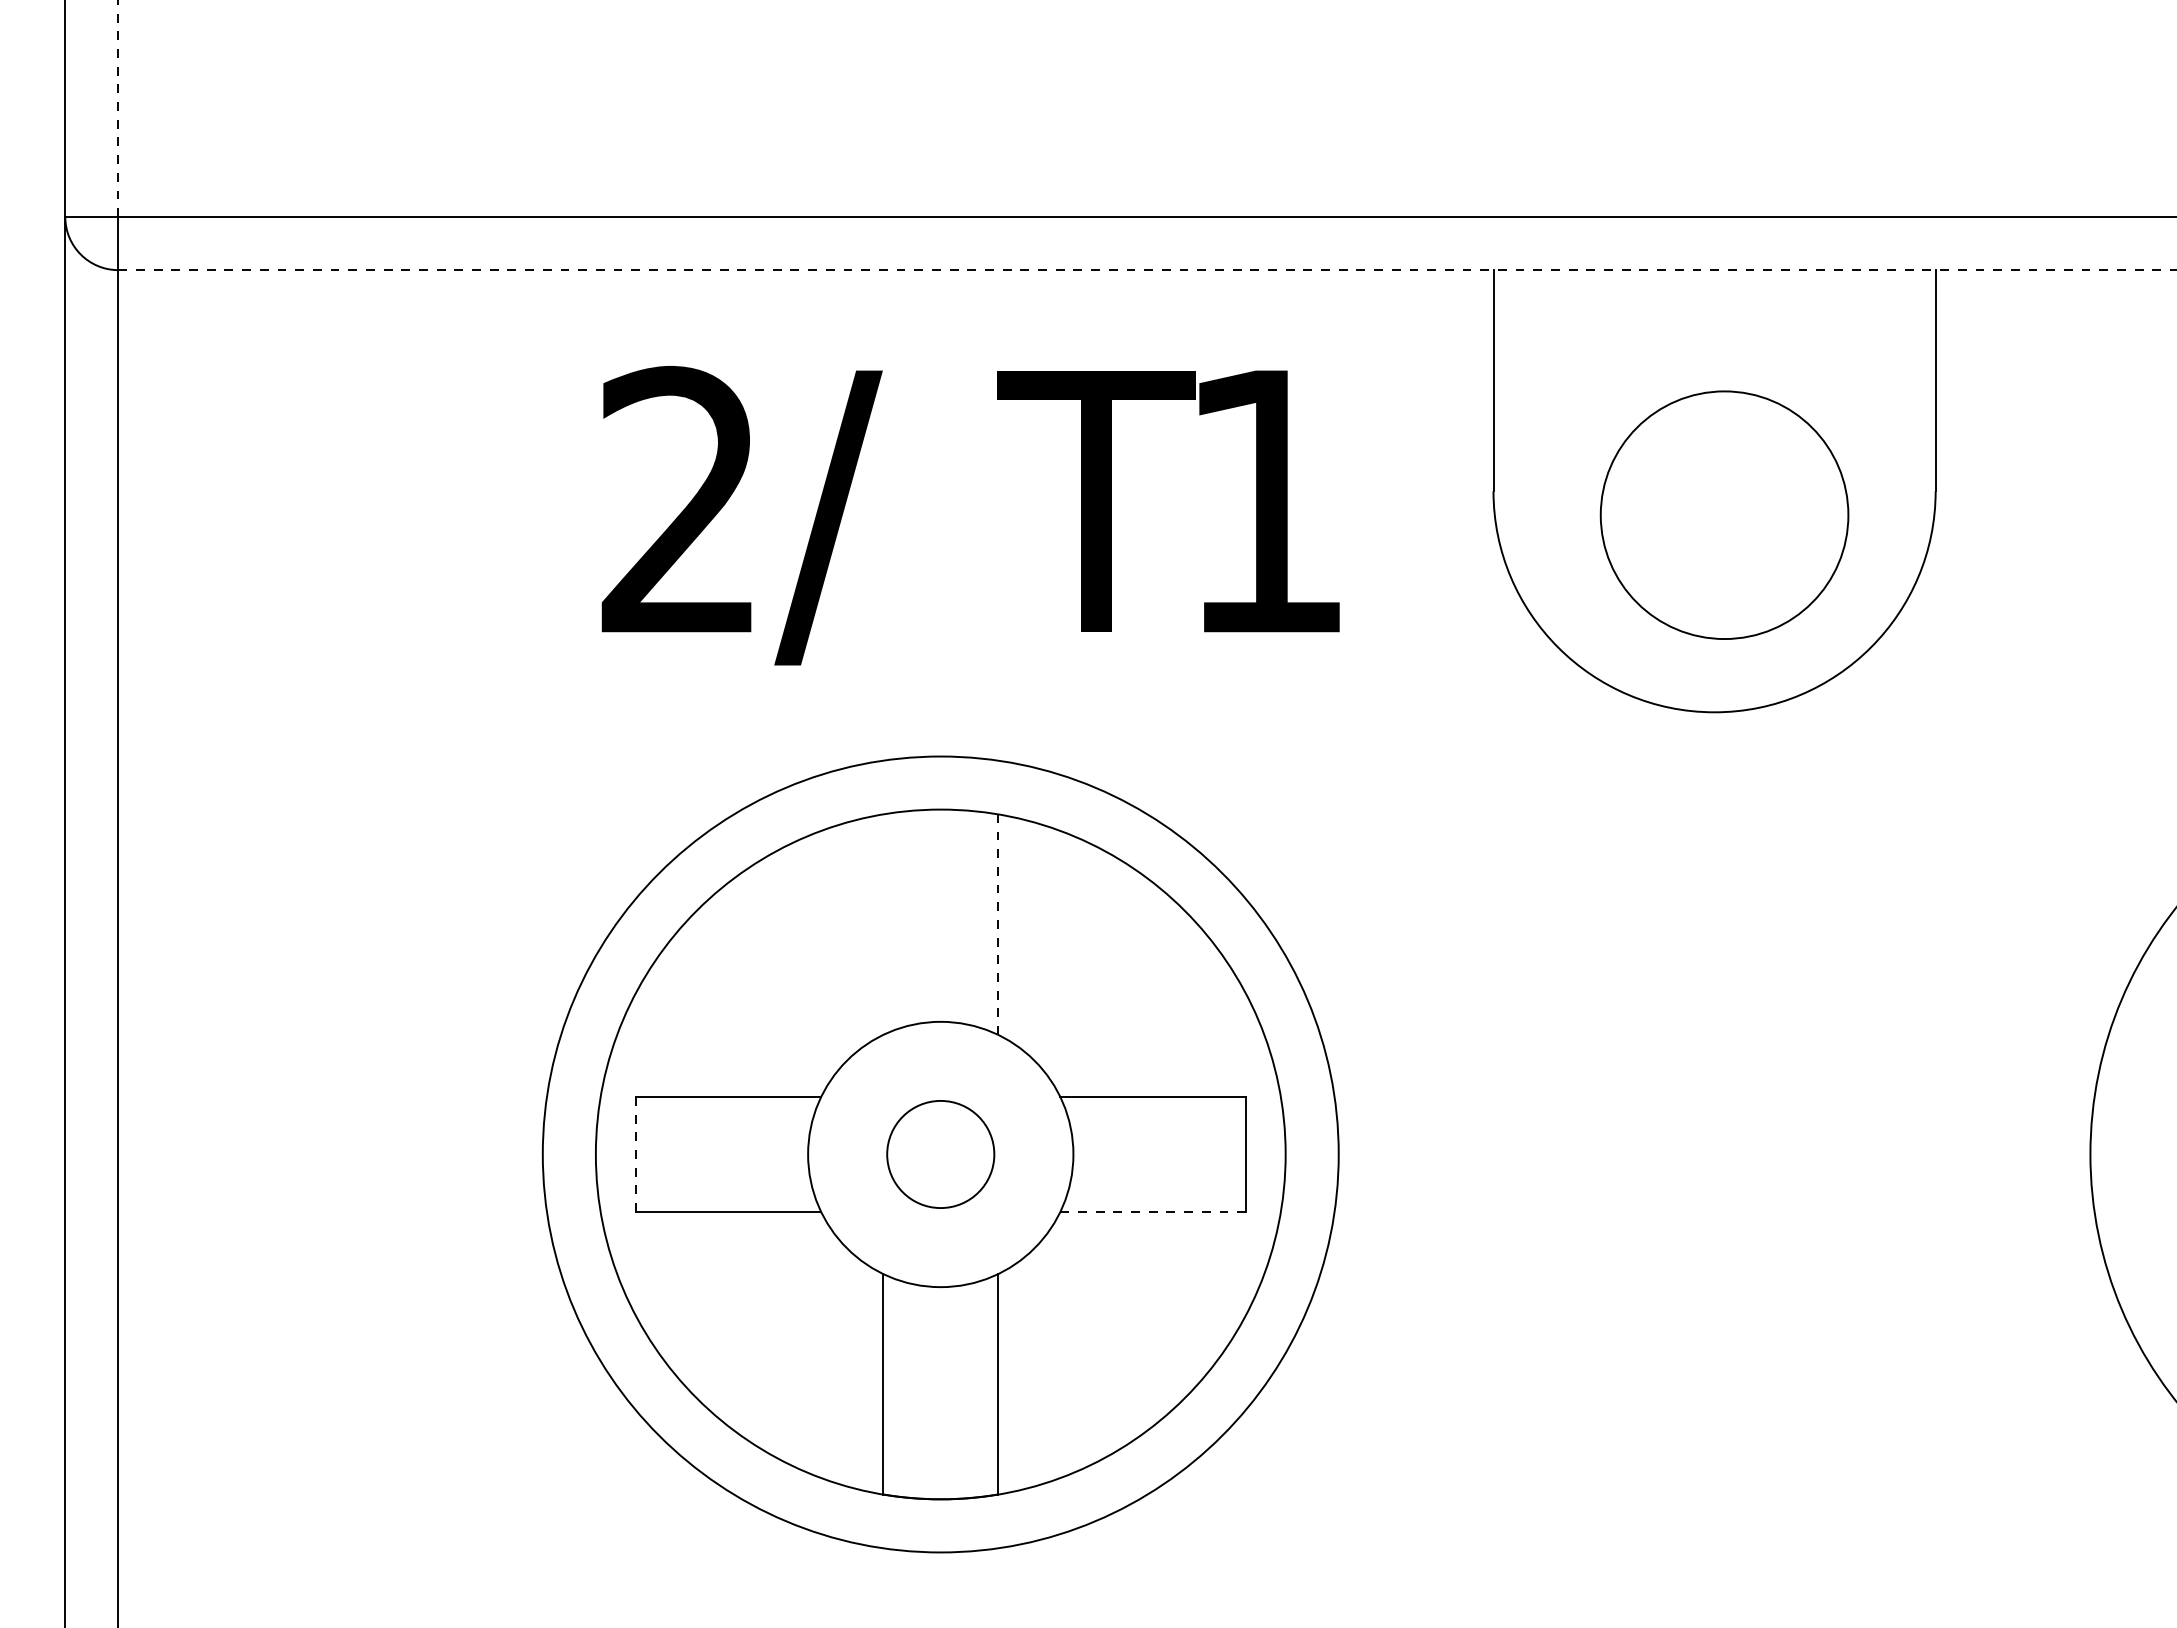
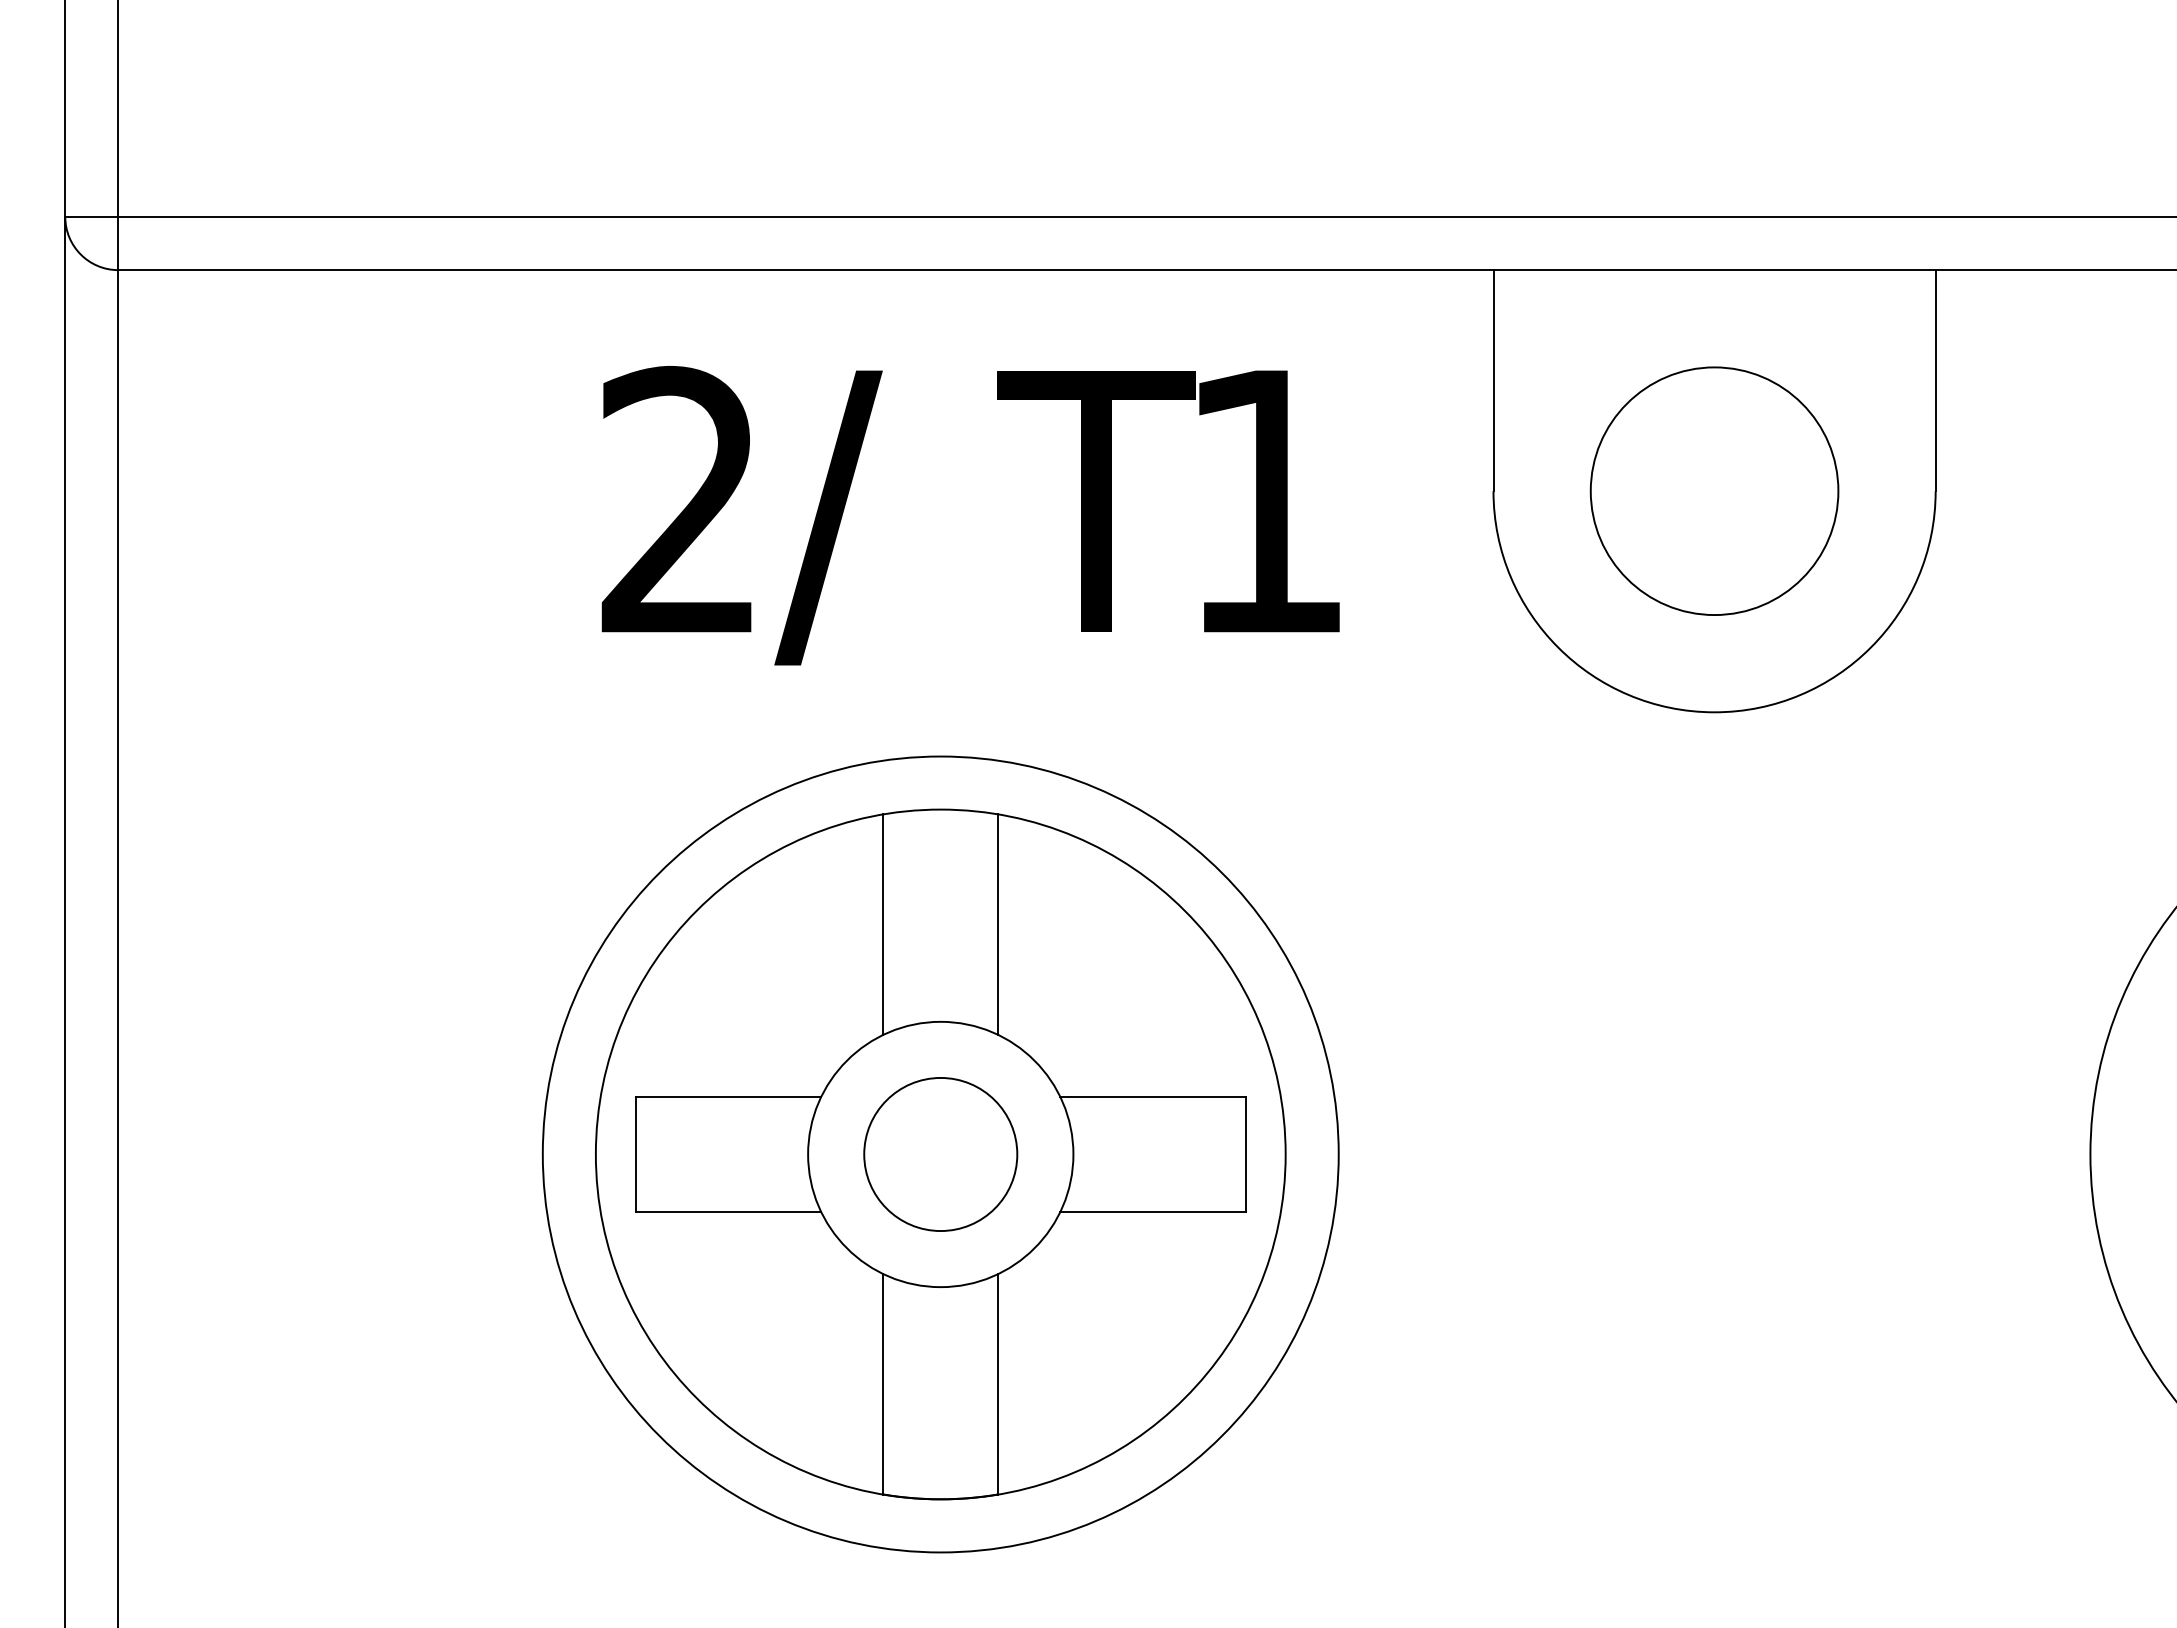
line at (118, 108): dashed -> solid
line at (1148, 270): dashed -> solid
circle at (1724, 514) position: (1724, 514) -> (1714, 490)
line at (883, 924): none -> present
line at (998, 924): dashed -> solid
line at (635, 1153): dashed -> solid
circle at (940, 1154) diameter: 107 px -> 153 px
line at (1153, 1211): dashed -> solid
